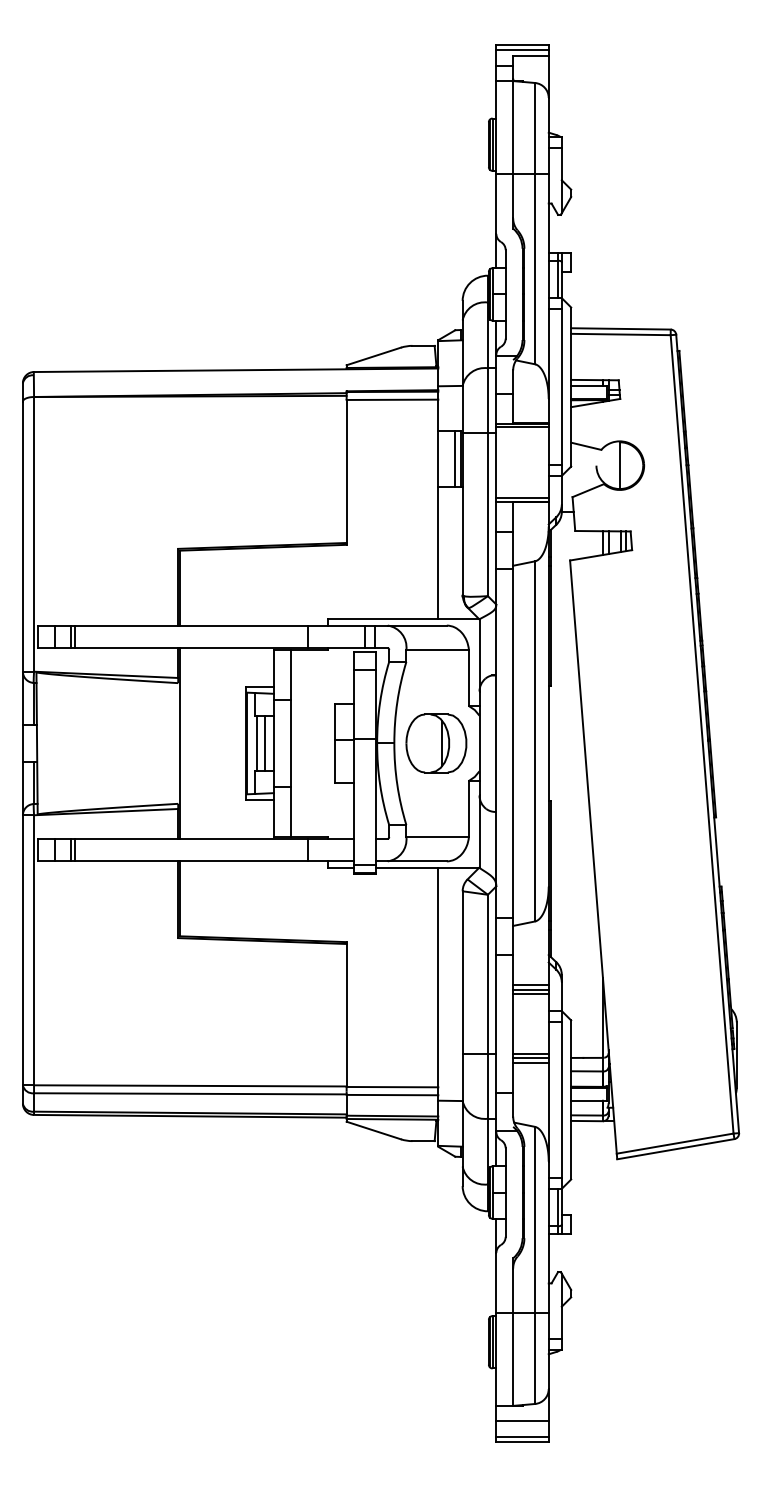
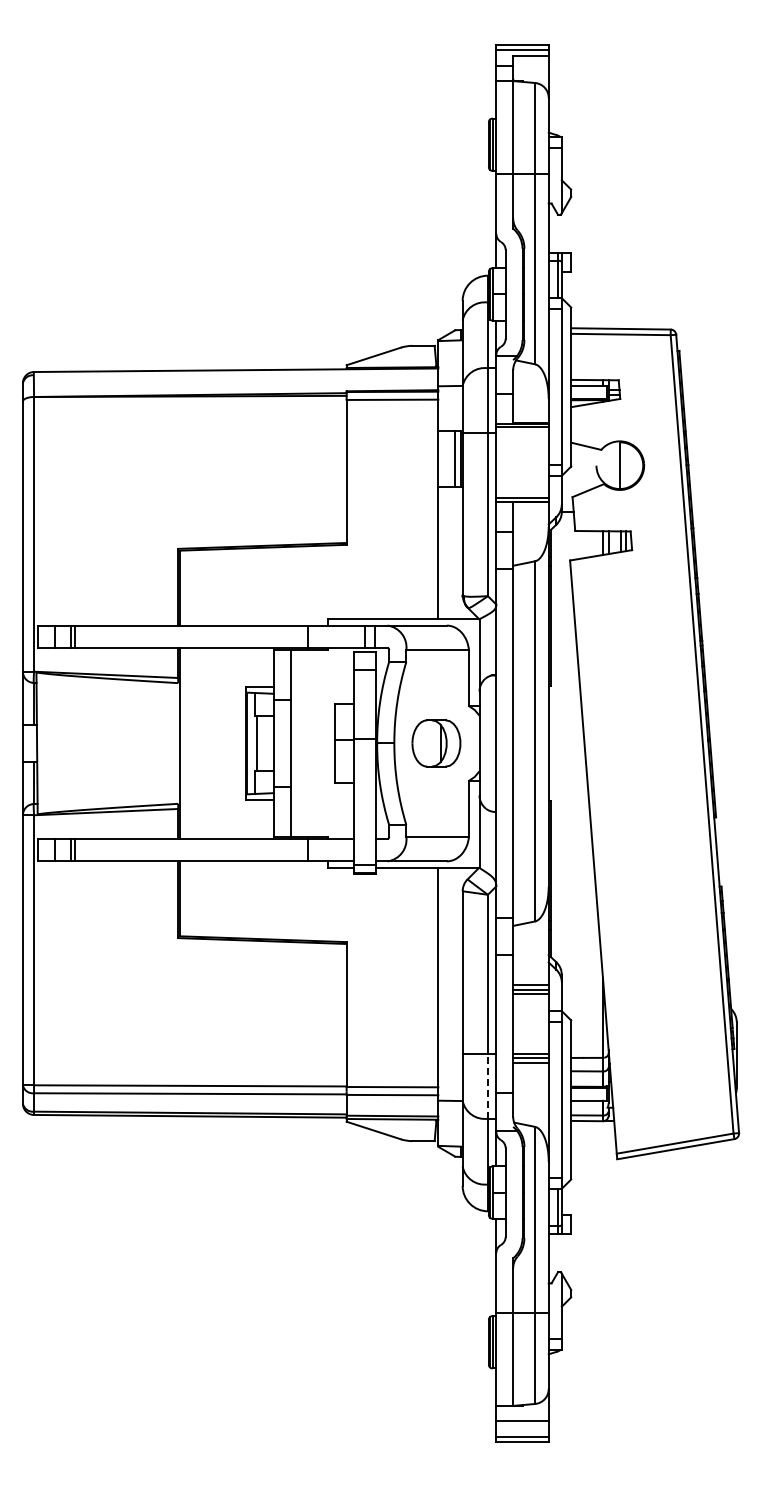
line at (265, 743): present -> none
part at (436, 743) size: 63x61 px -> 51x49 px
line at (487, 1085): solid -> dashed
